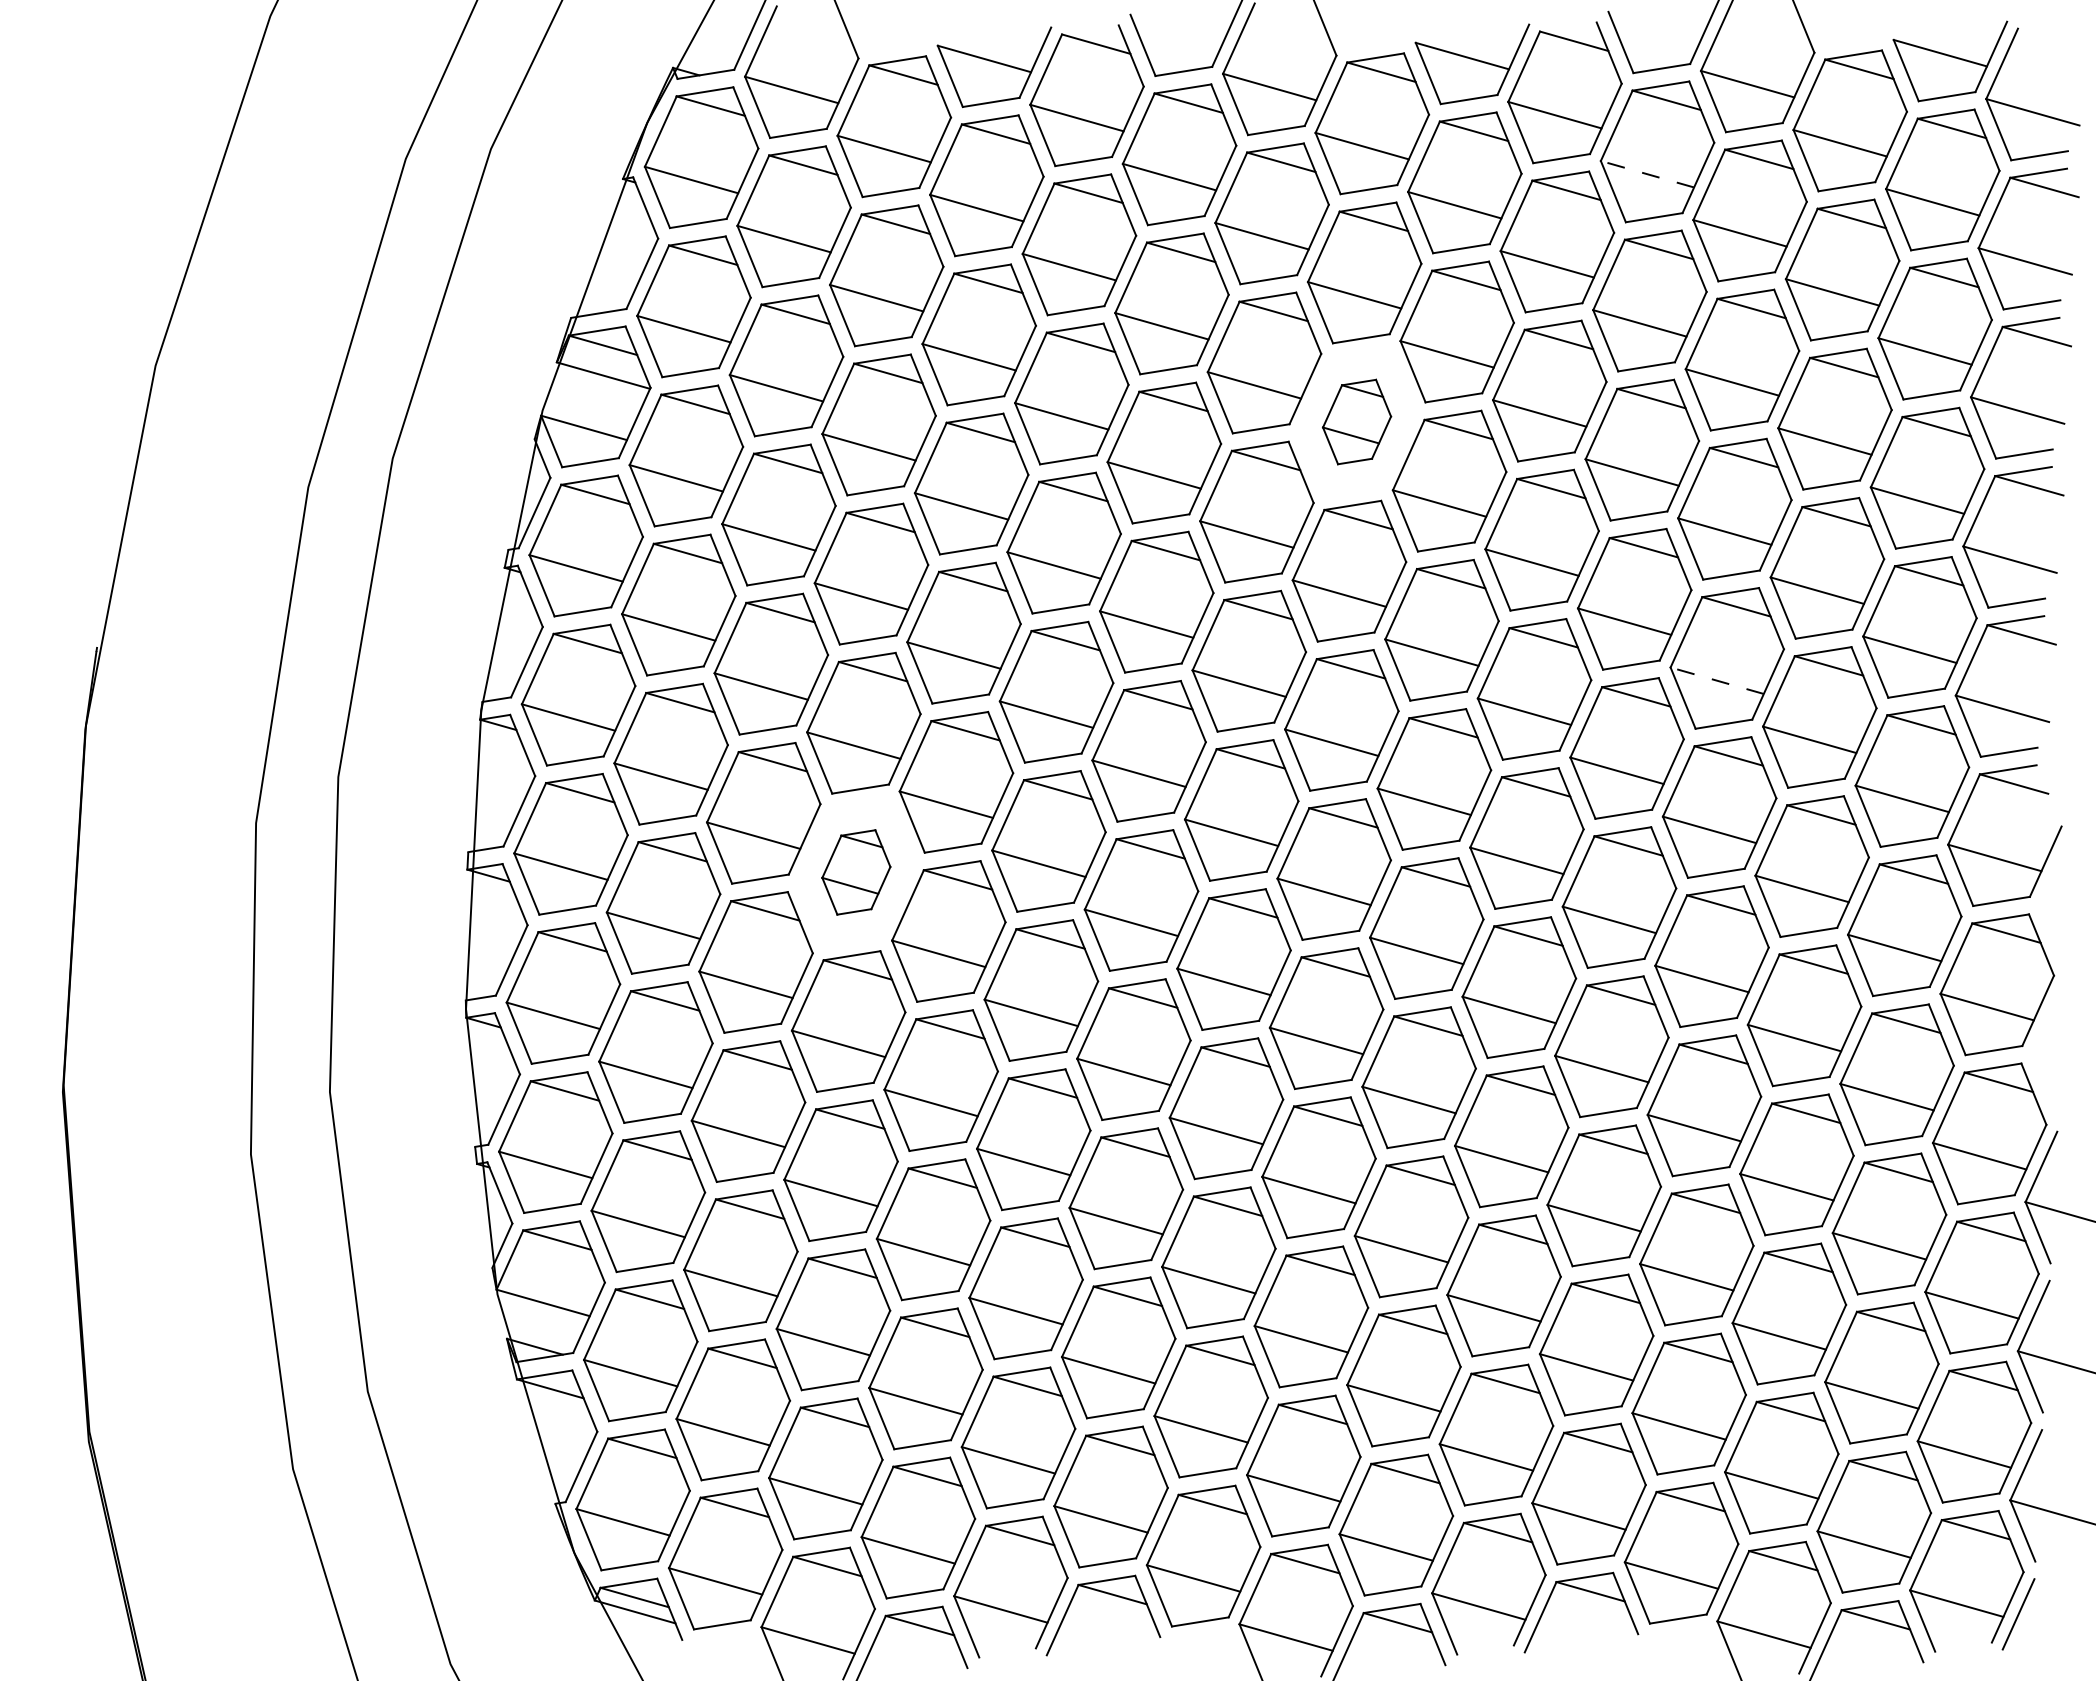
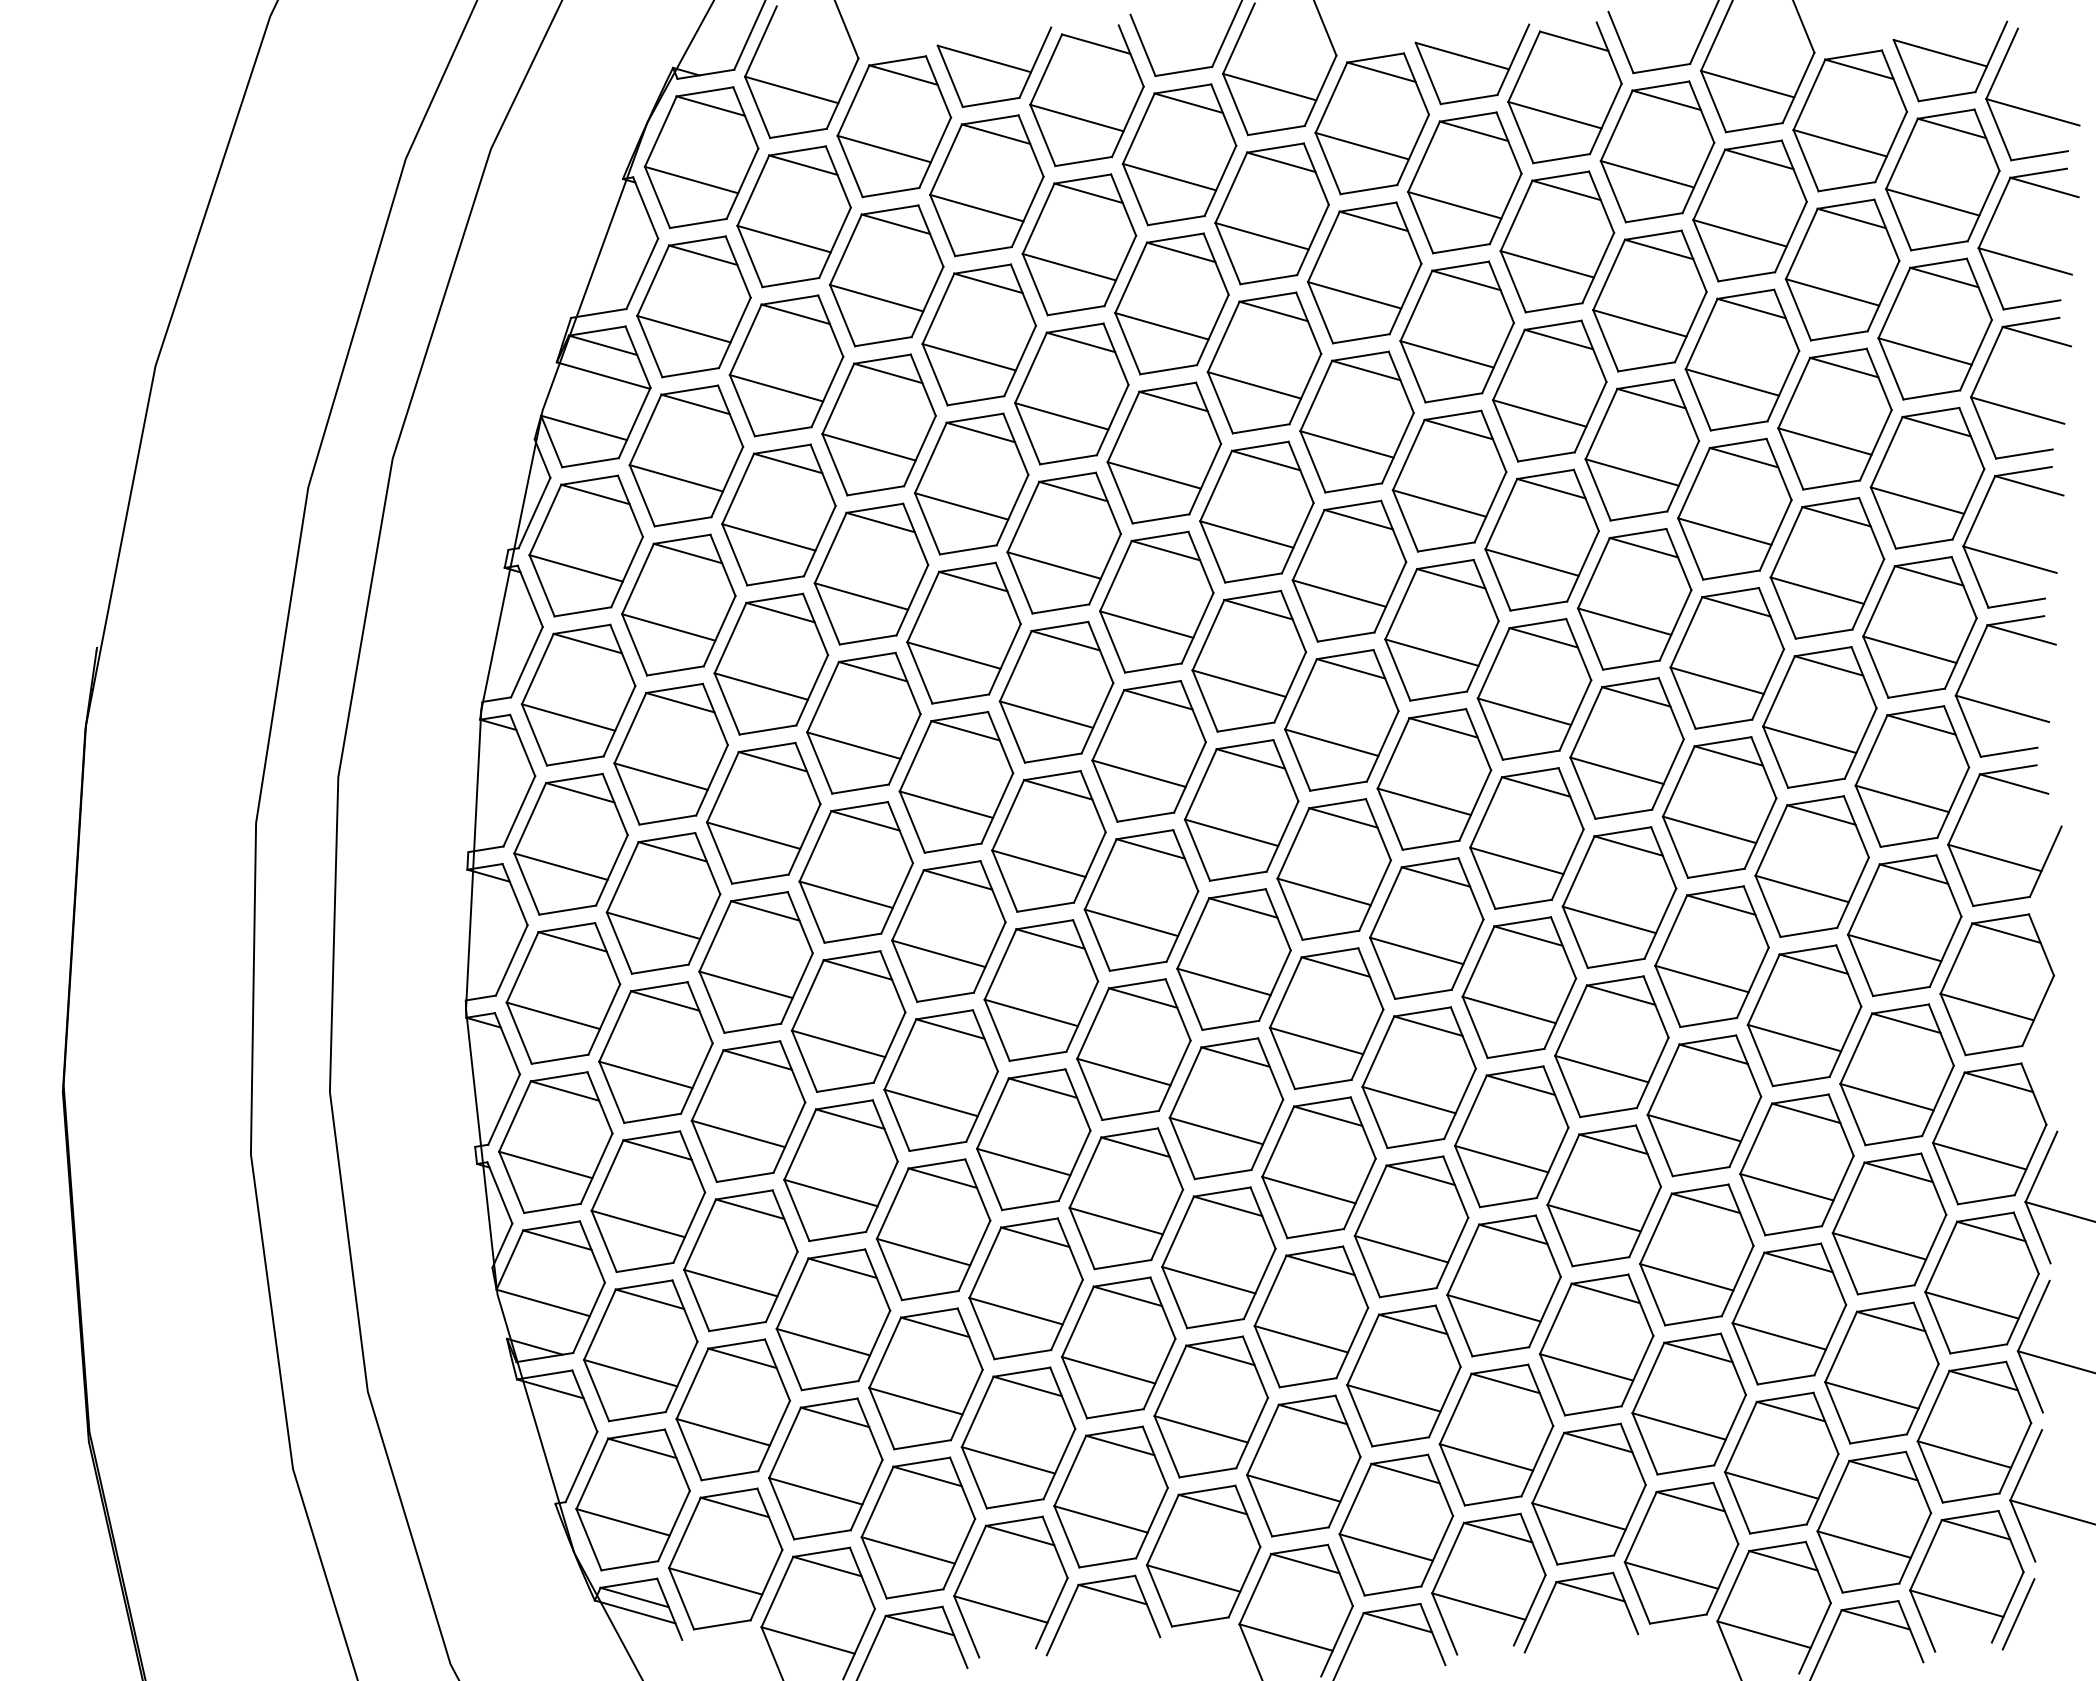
line at (1647, 174): dashed -> solid
part at (1357, 421) size: 71x88 px -> 116x144 px
line at (1716, 680): dashed -> solid
part at (856, 872) size: 71x87 px -> 117x143 px
